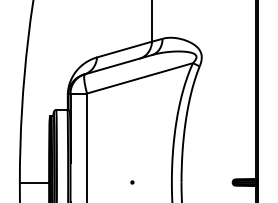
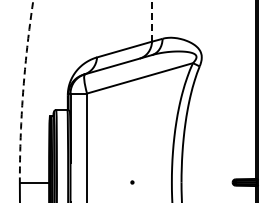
line at (152, 20): solid -> dashed
arc at (23, 91): solid -> dashed
